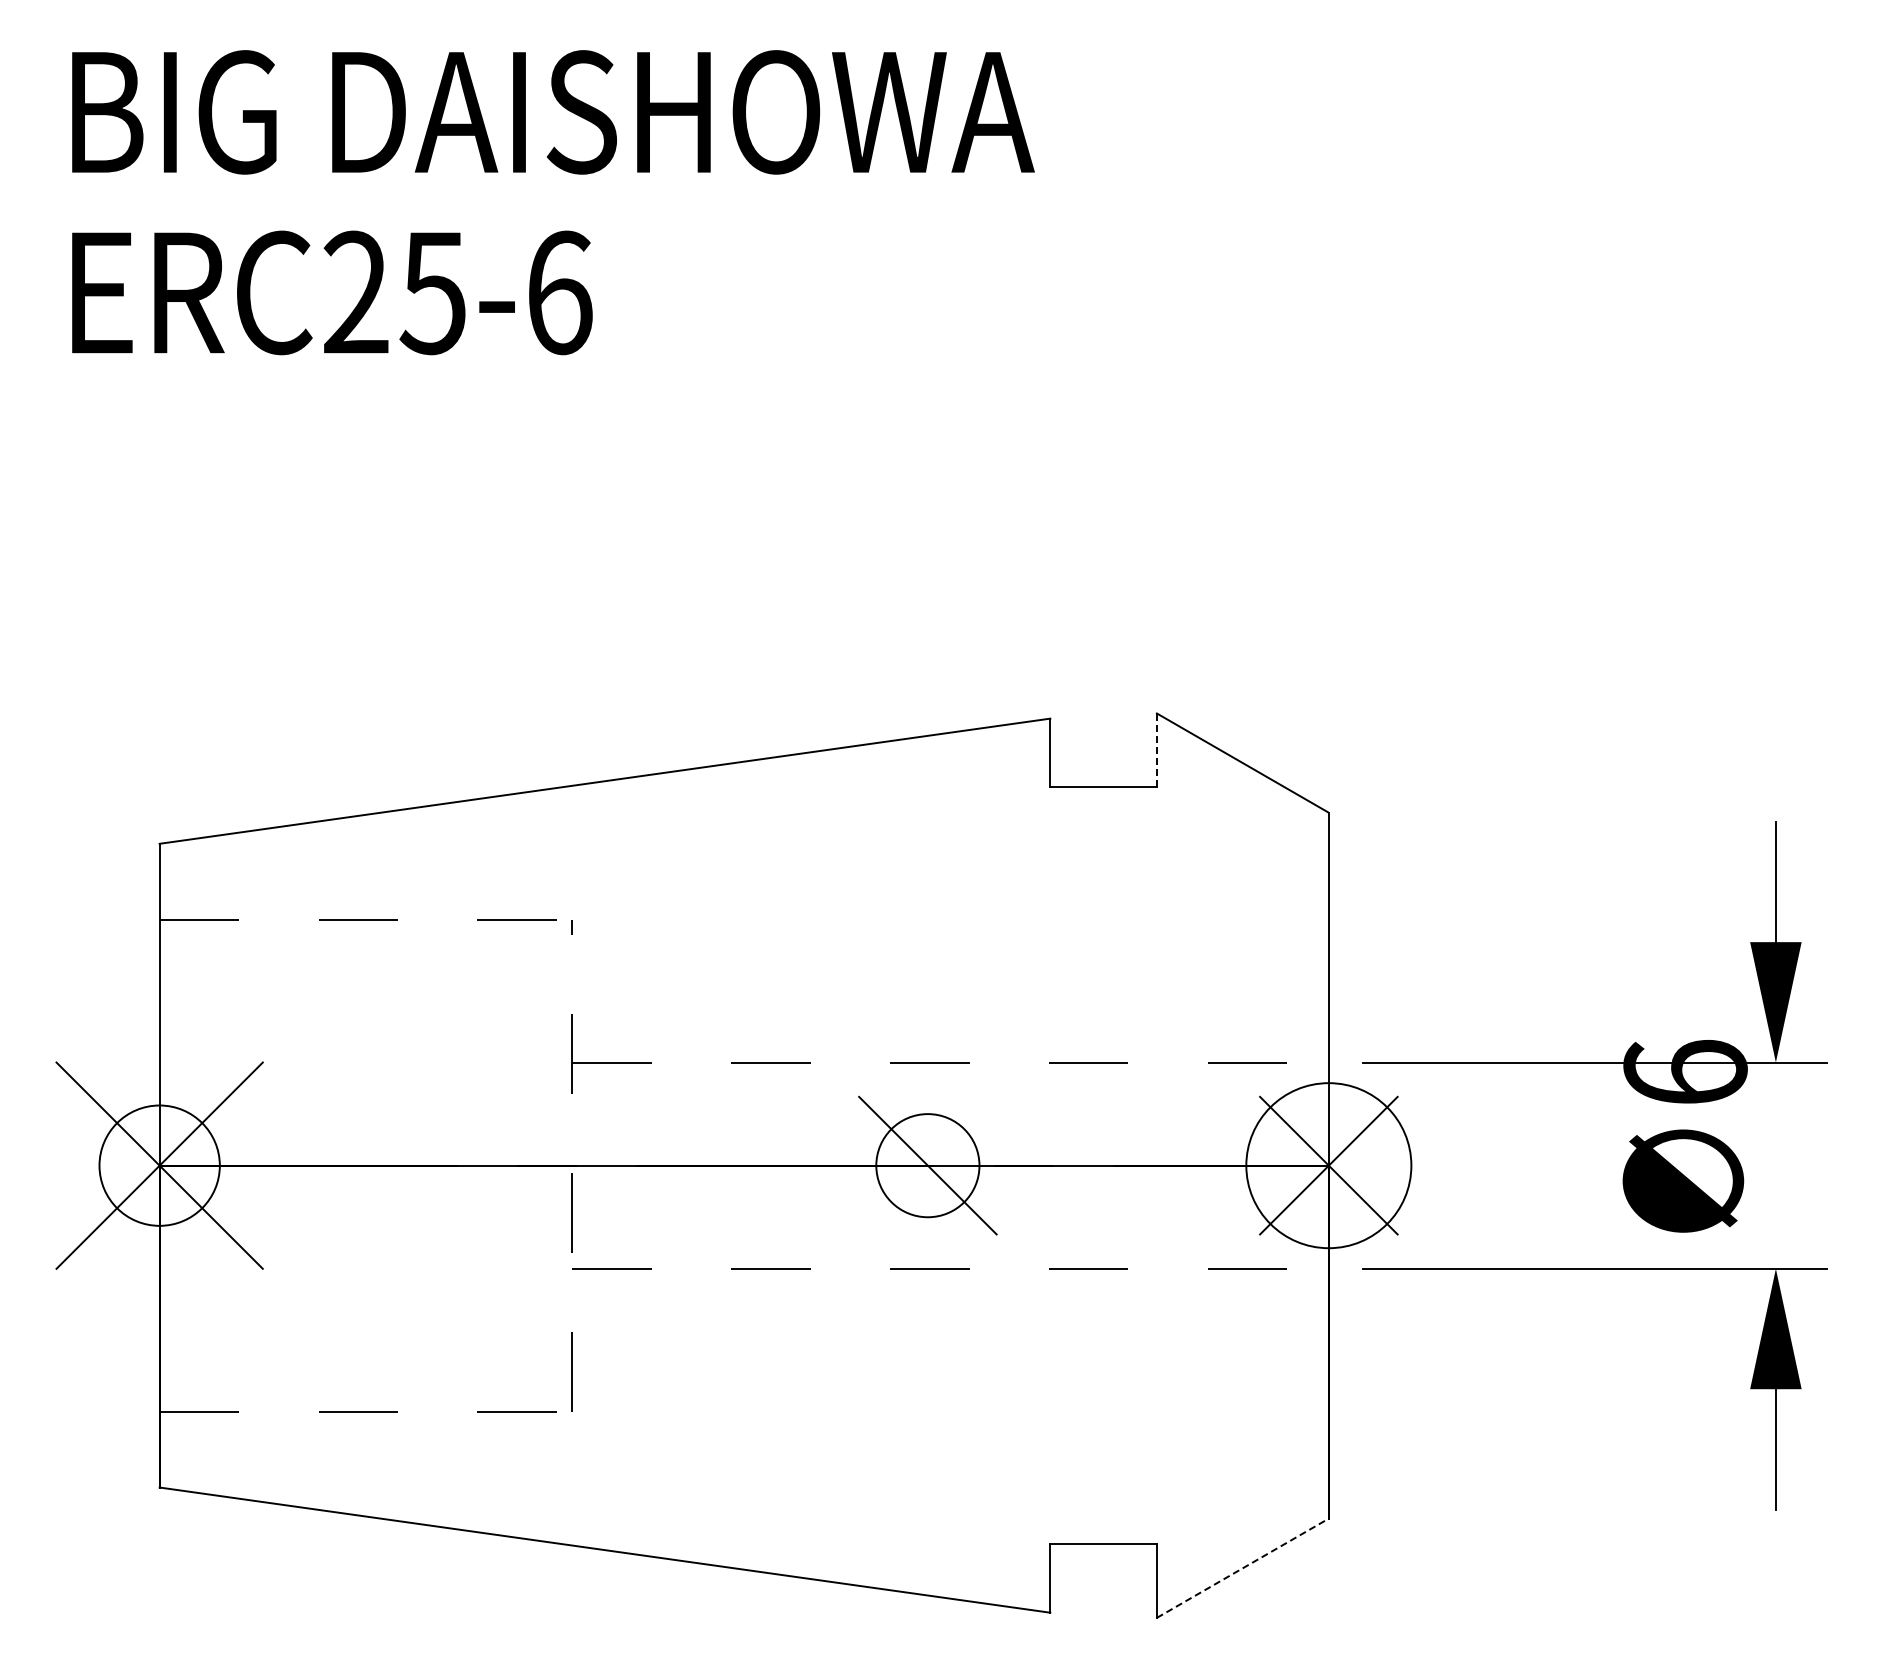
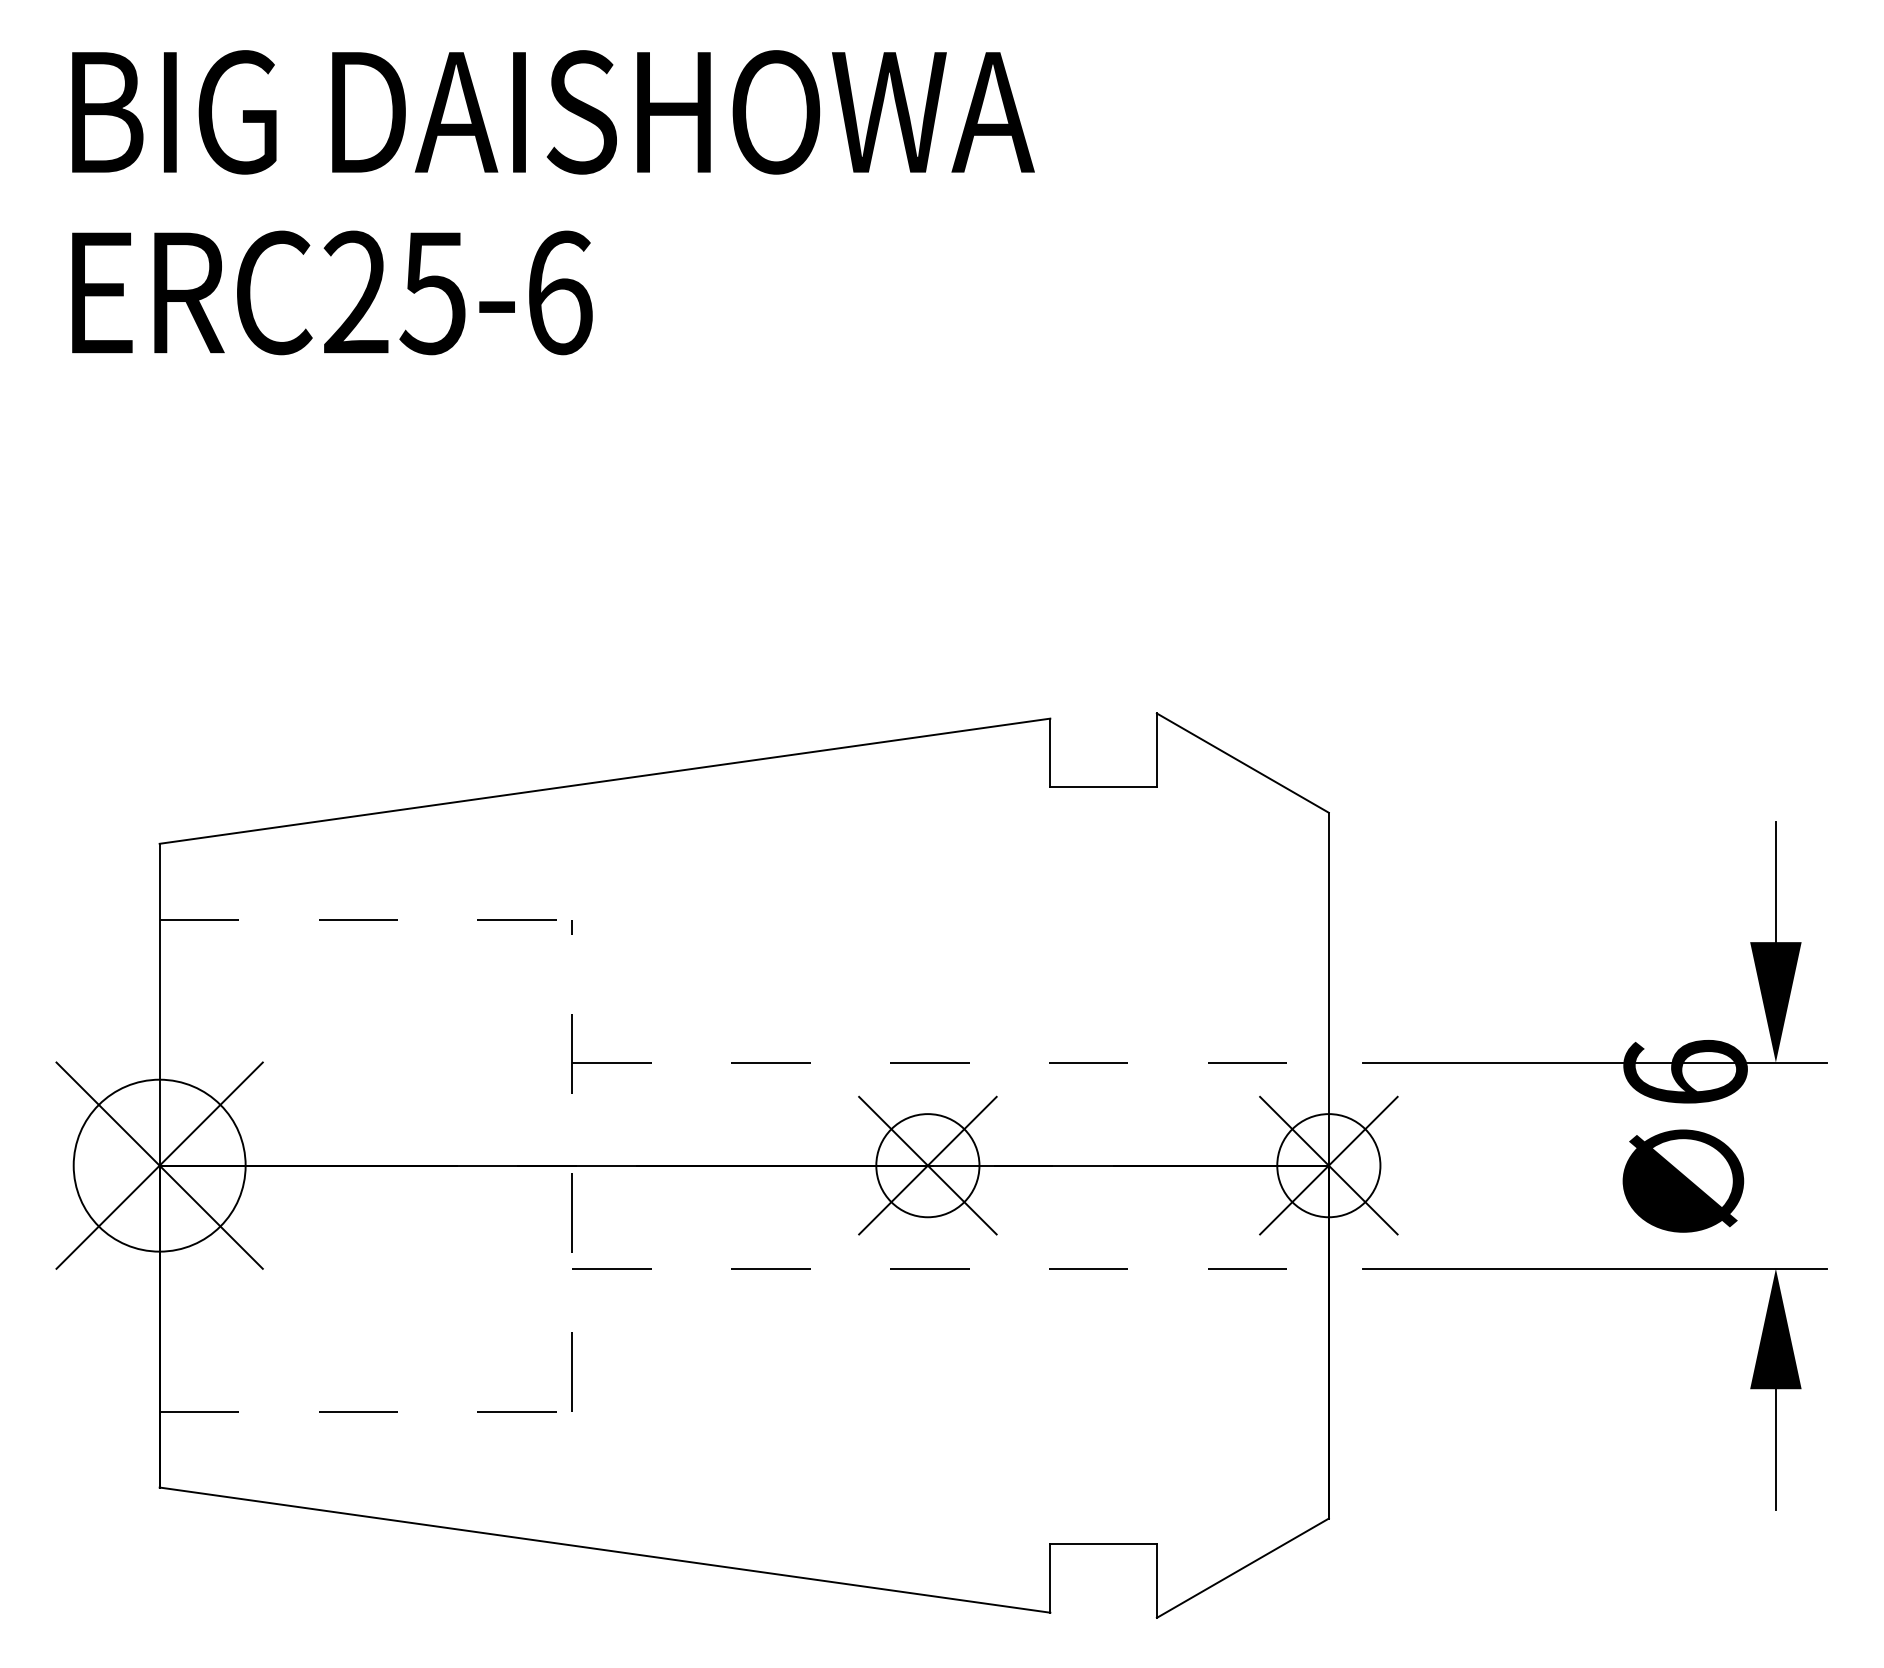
line at (1156, 750): dashed -> solid
circle at (159, 1165) diameter: 120 px -> 172 px
line at (927, 1165): none -> present
circle at (1328, 1165) diameter: 165 px -> 103 px
line at (1243, 1567): dashed -> solid
